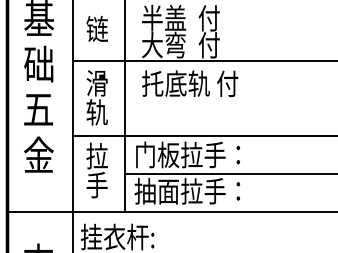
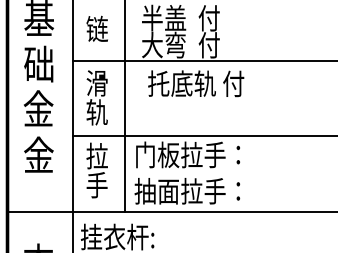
text at (190, 83) position: (190, 83) -> (196, 83)
text at (38, 108): 五 -> 金
line at (229, 174): present -> none
